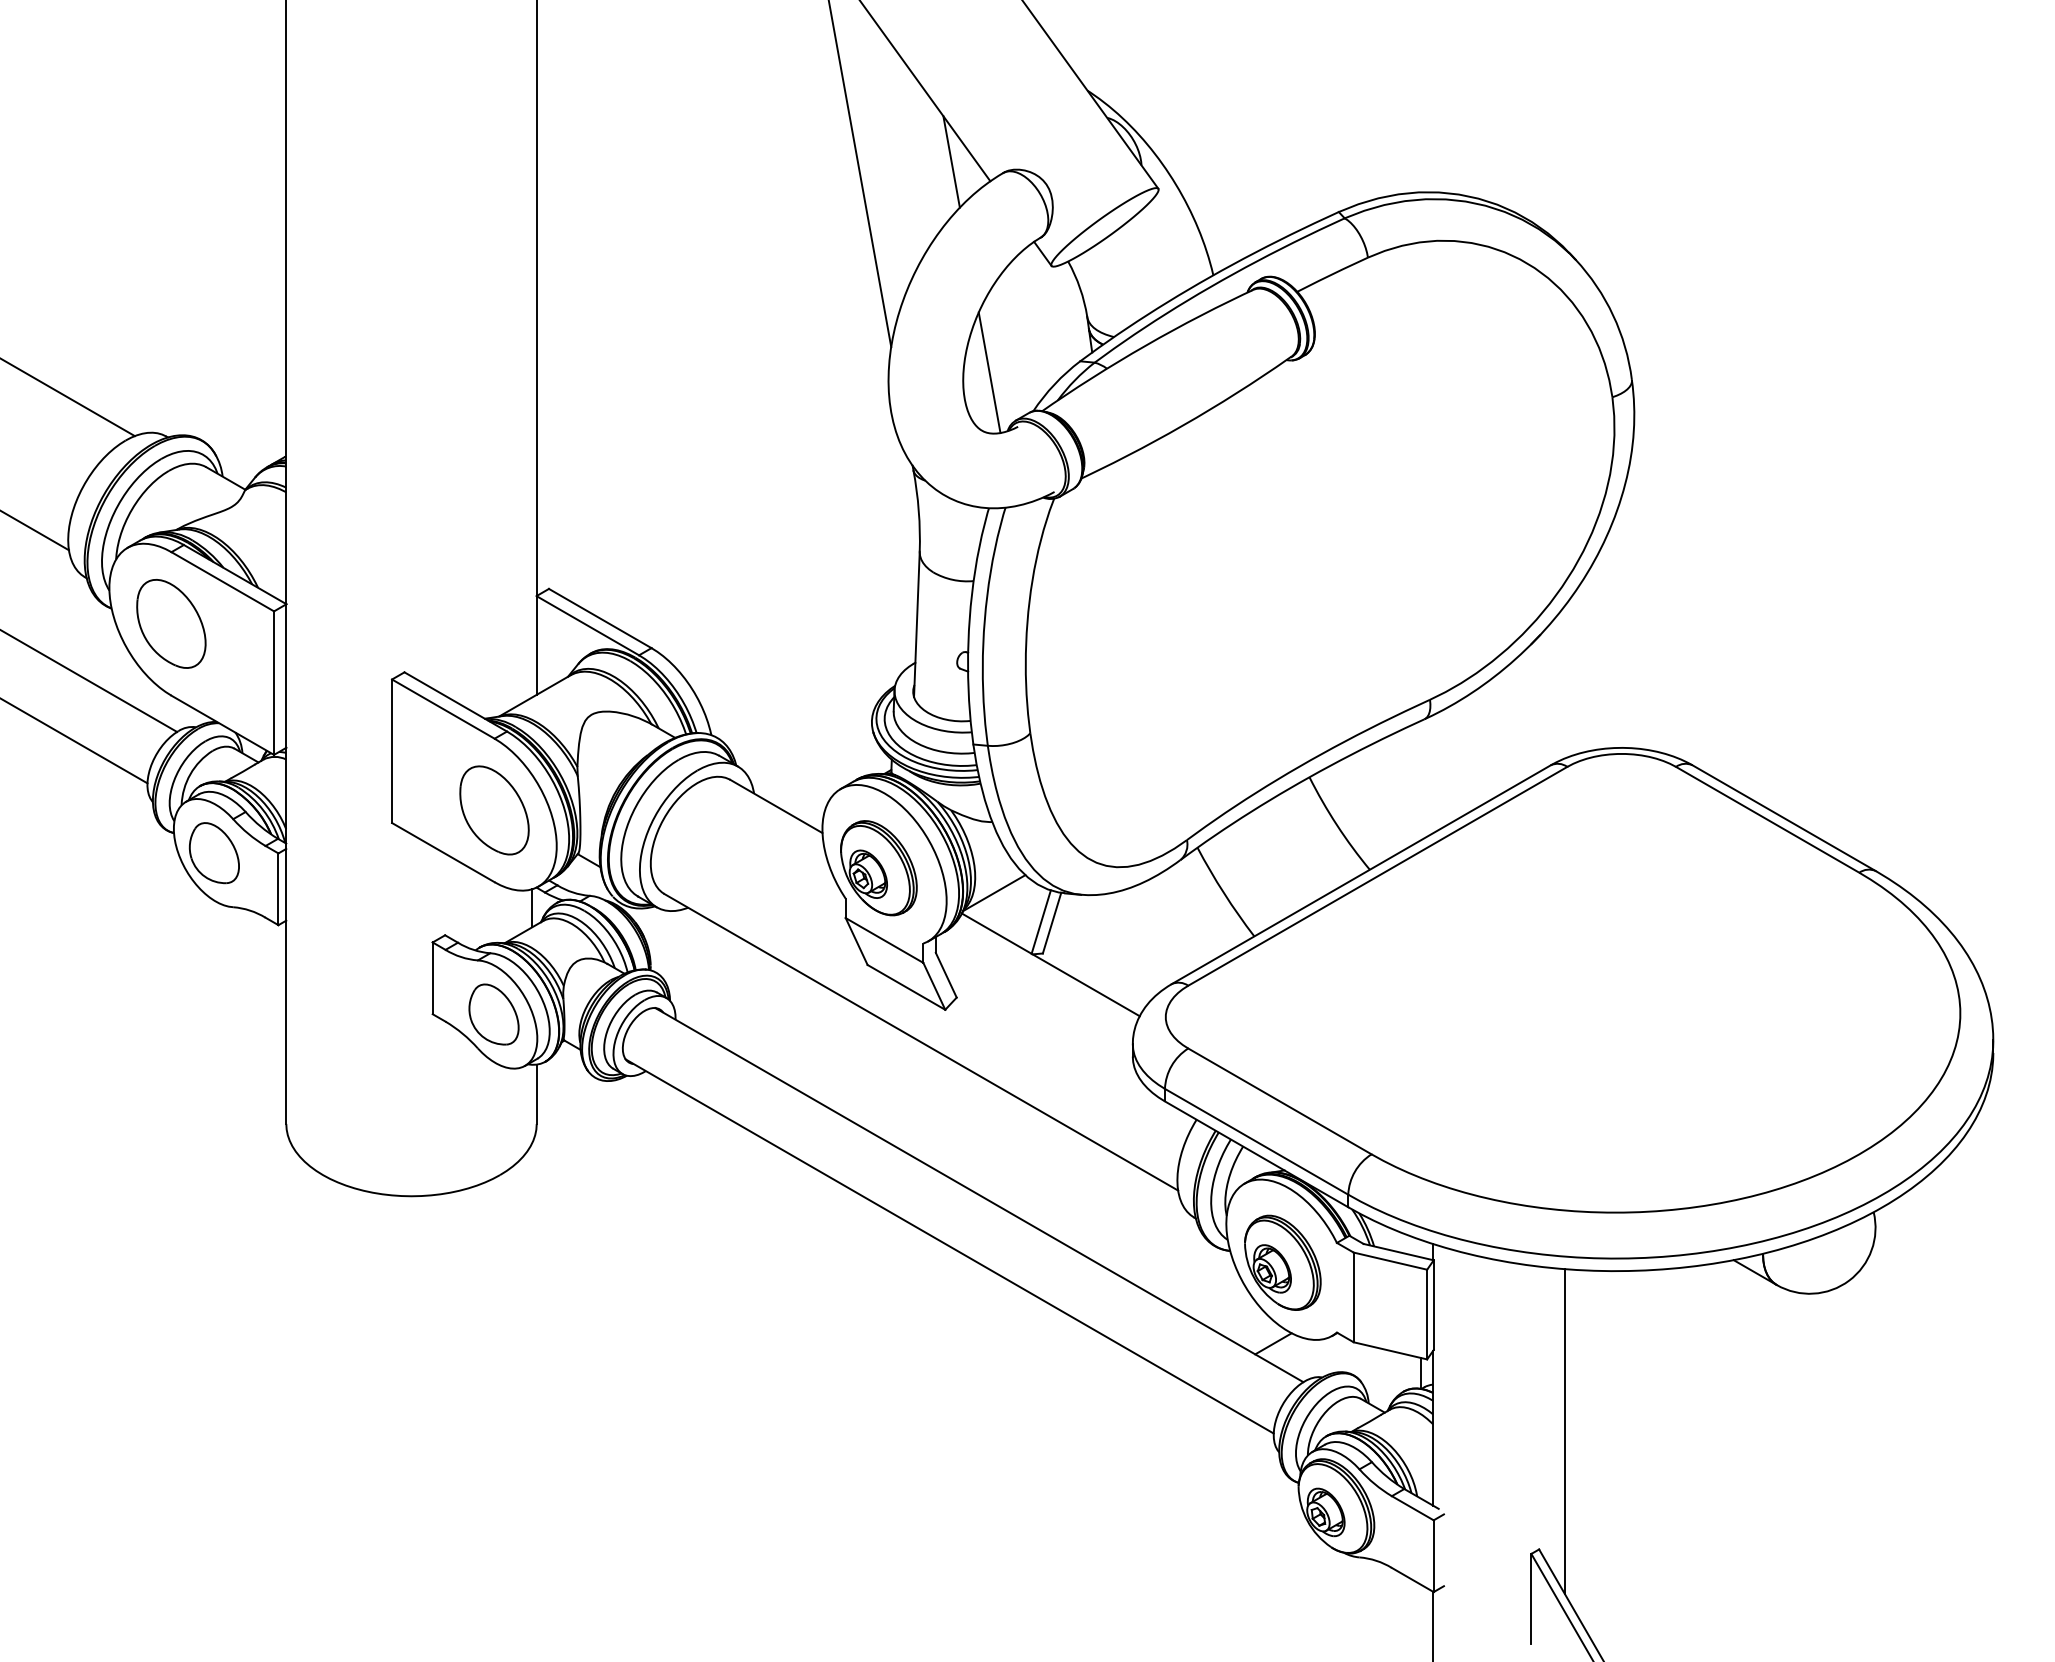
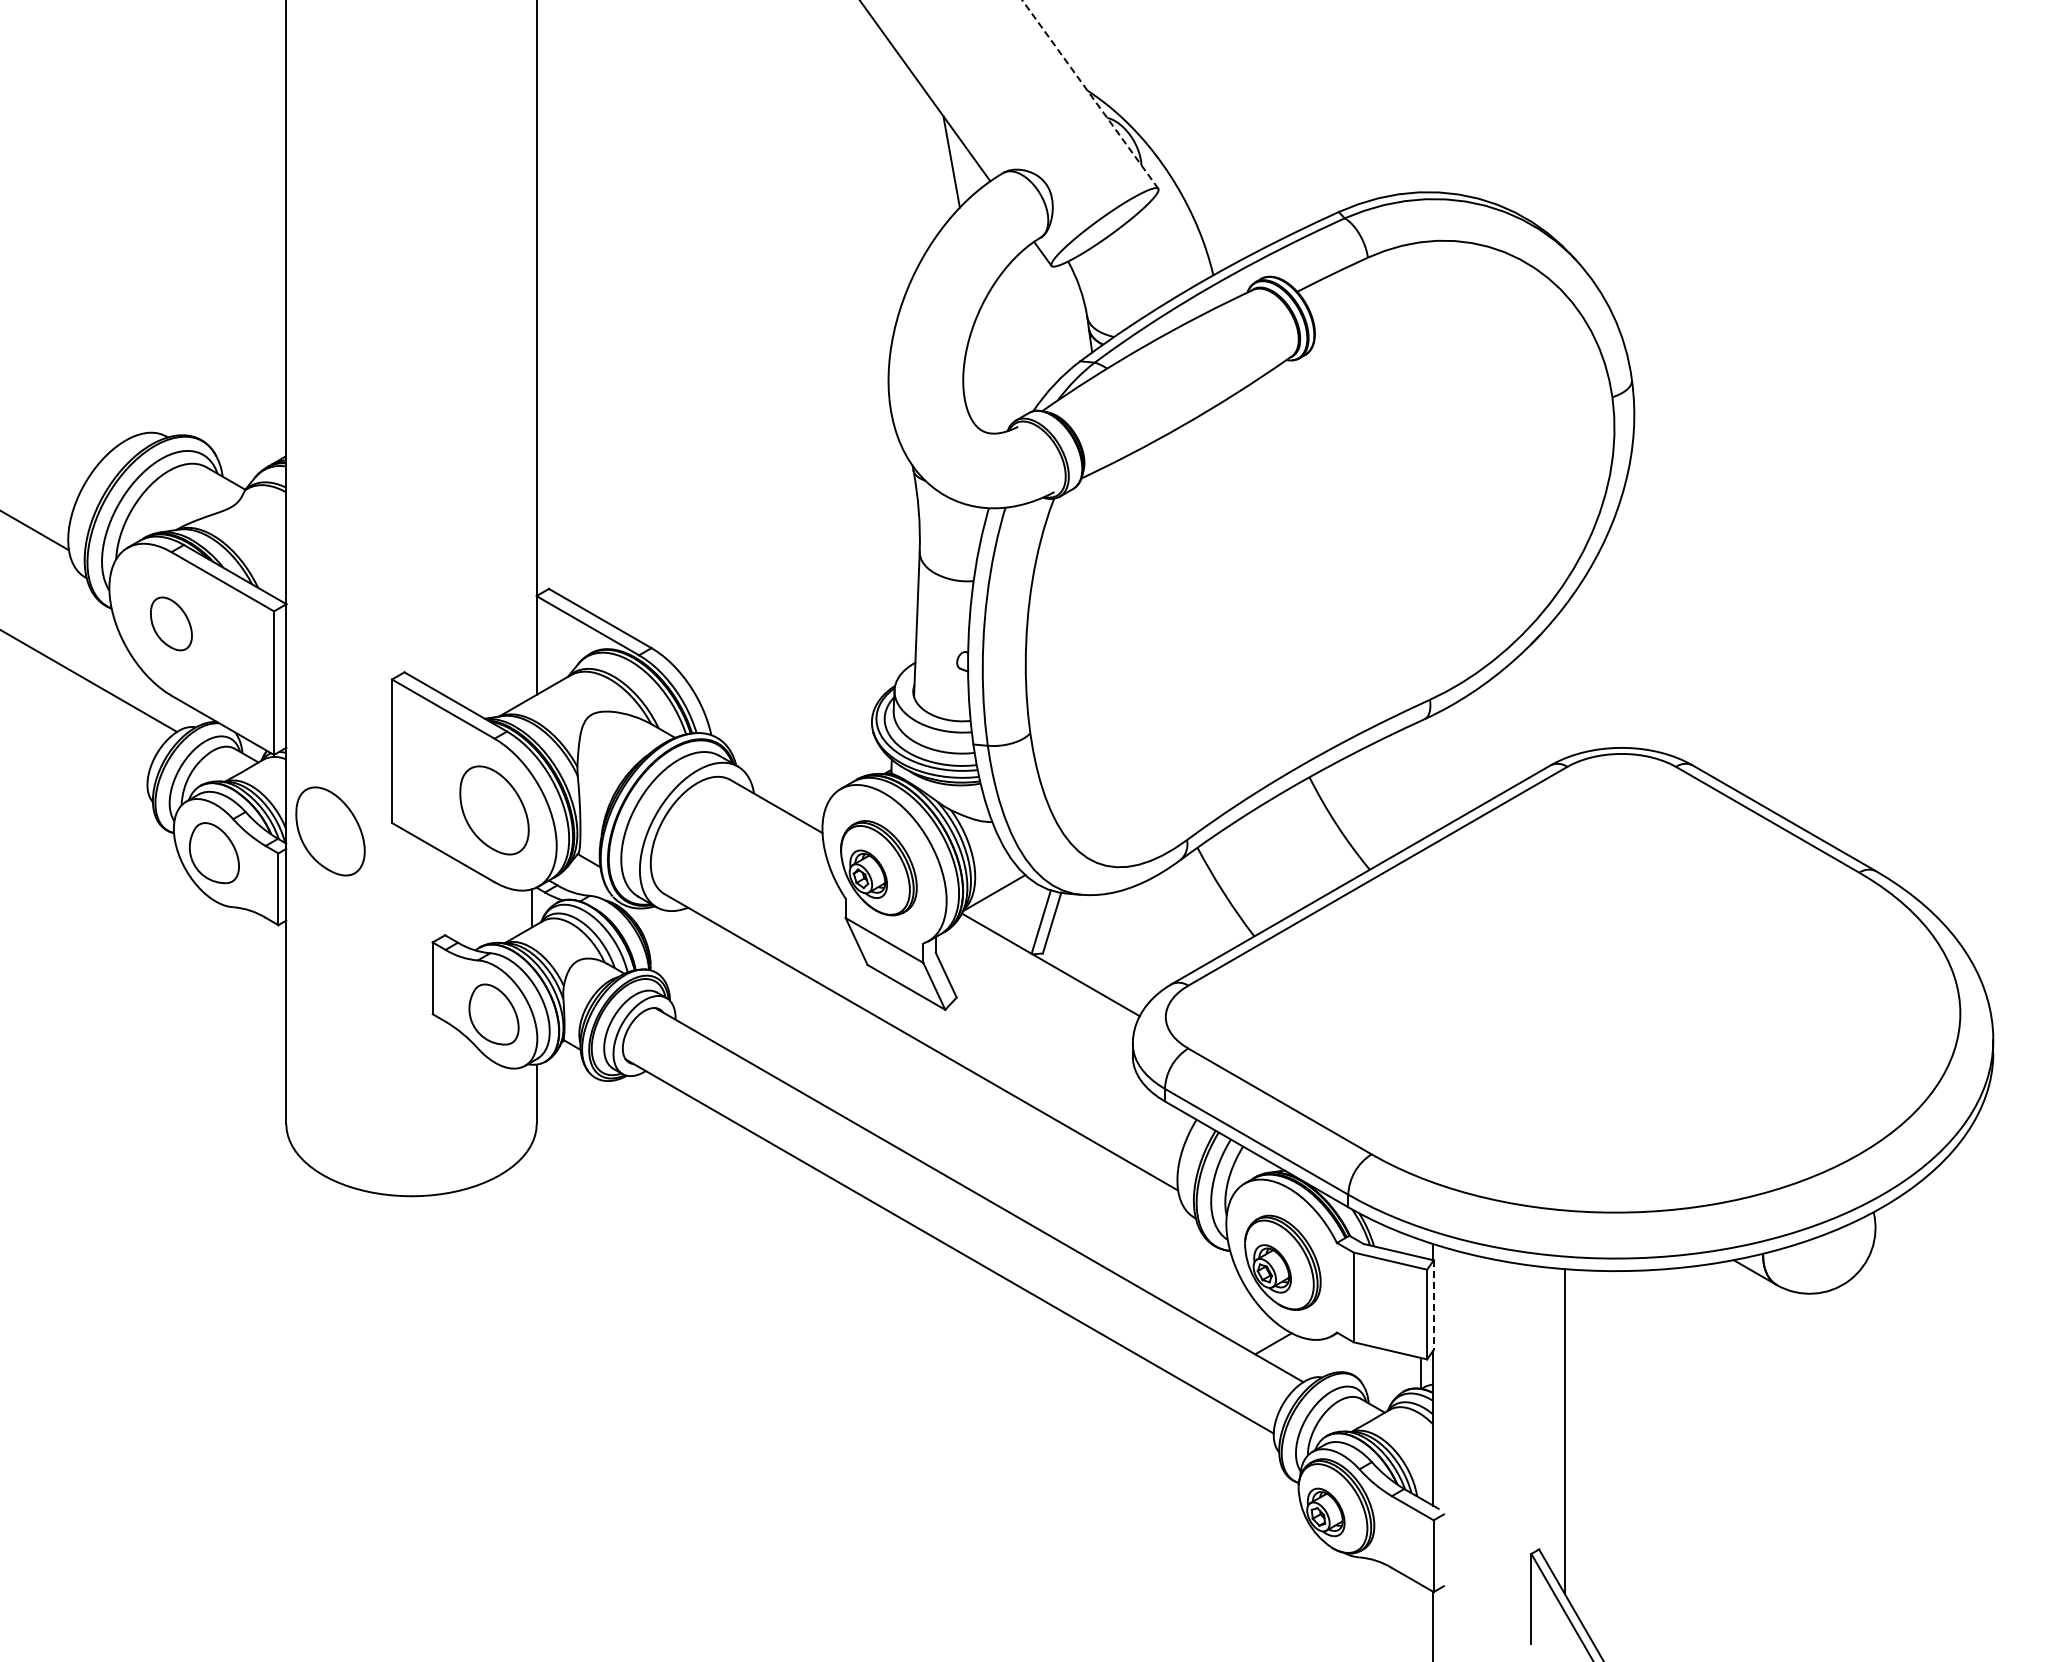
line at (1089, 94): solid -> dashed
line at (860, 174): present -> none
line at (989, 372): present -> none
line at (68, 397): present -> none
part at (171, 623) size: 71x90 px -> 43x56 px
line at (74, 741): present -> none
part at (330, 831): none -> present
line at (1433, 1305): solid -> dashed
